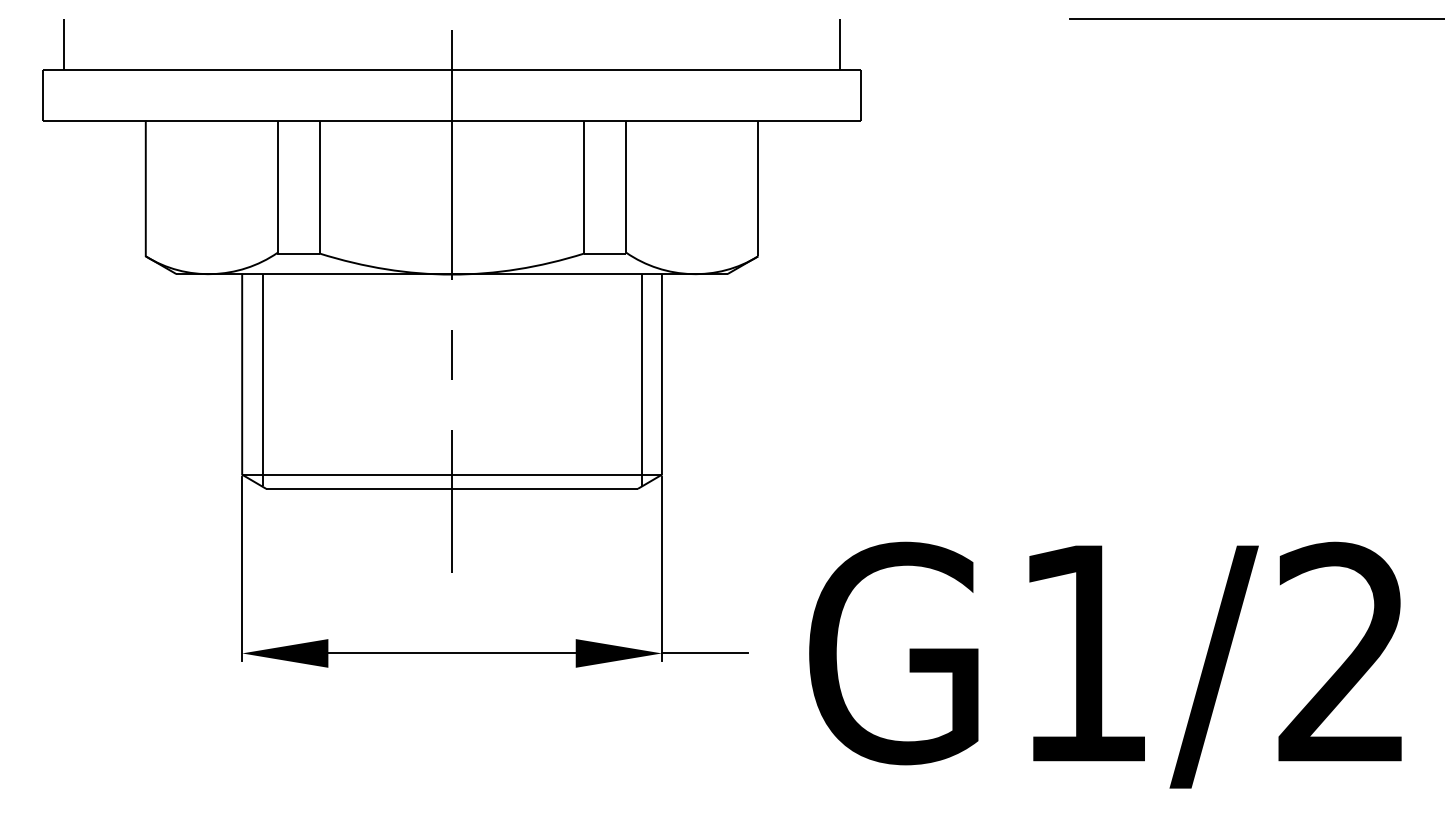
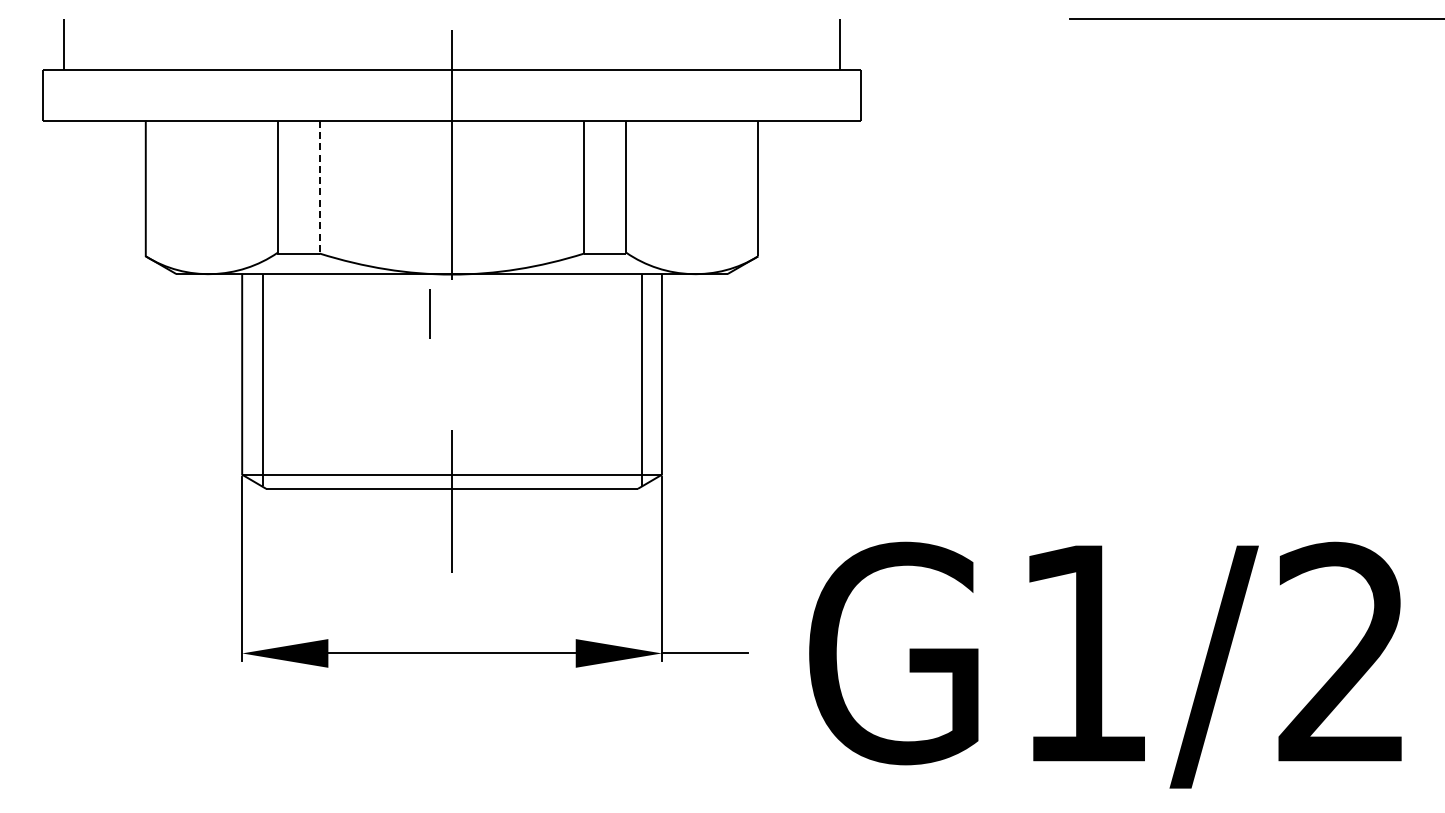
line at (319, 187): solid -> dashed
line at (451, 354) position: (451, 354) -> (429, 313)
